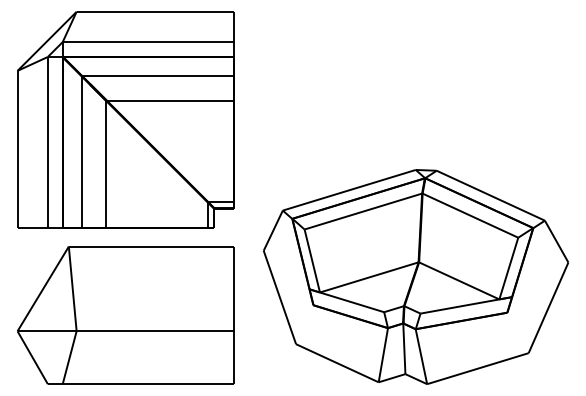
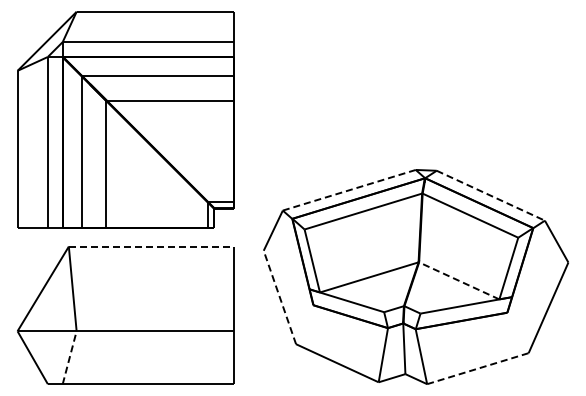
line at (349, 190): solid -> dashed
line at (490, 195): solid -> dashed
line at (151, 246): solid -> dashed
line at (458, 280): solid -> dashed
line at (279, 297): solid -> dashed
line at (69, 357): solid -> dashed
line at (478, 368): solid -> dashed
